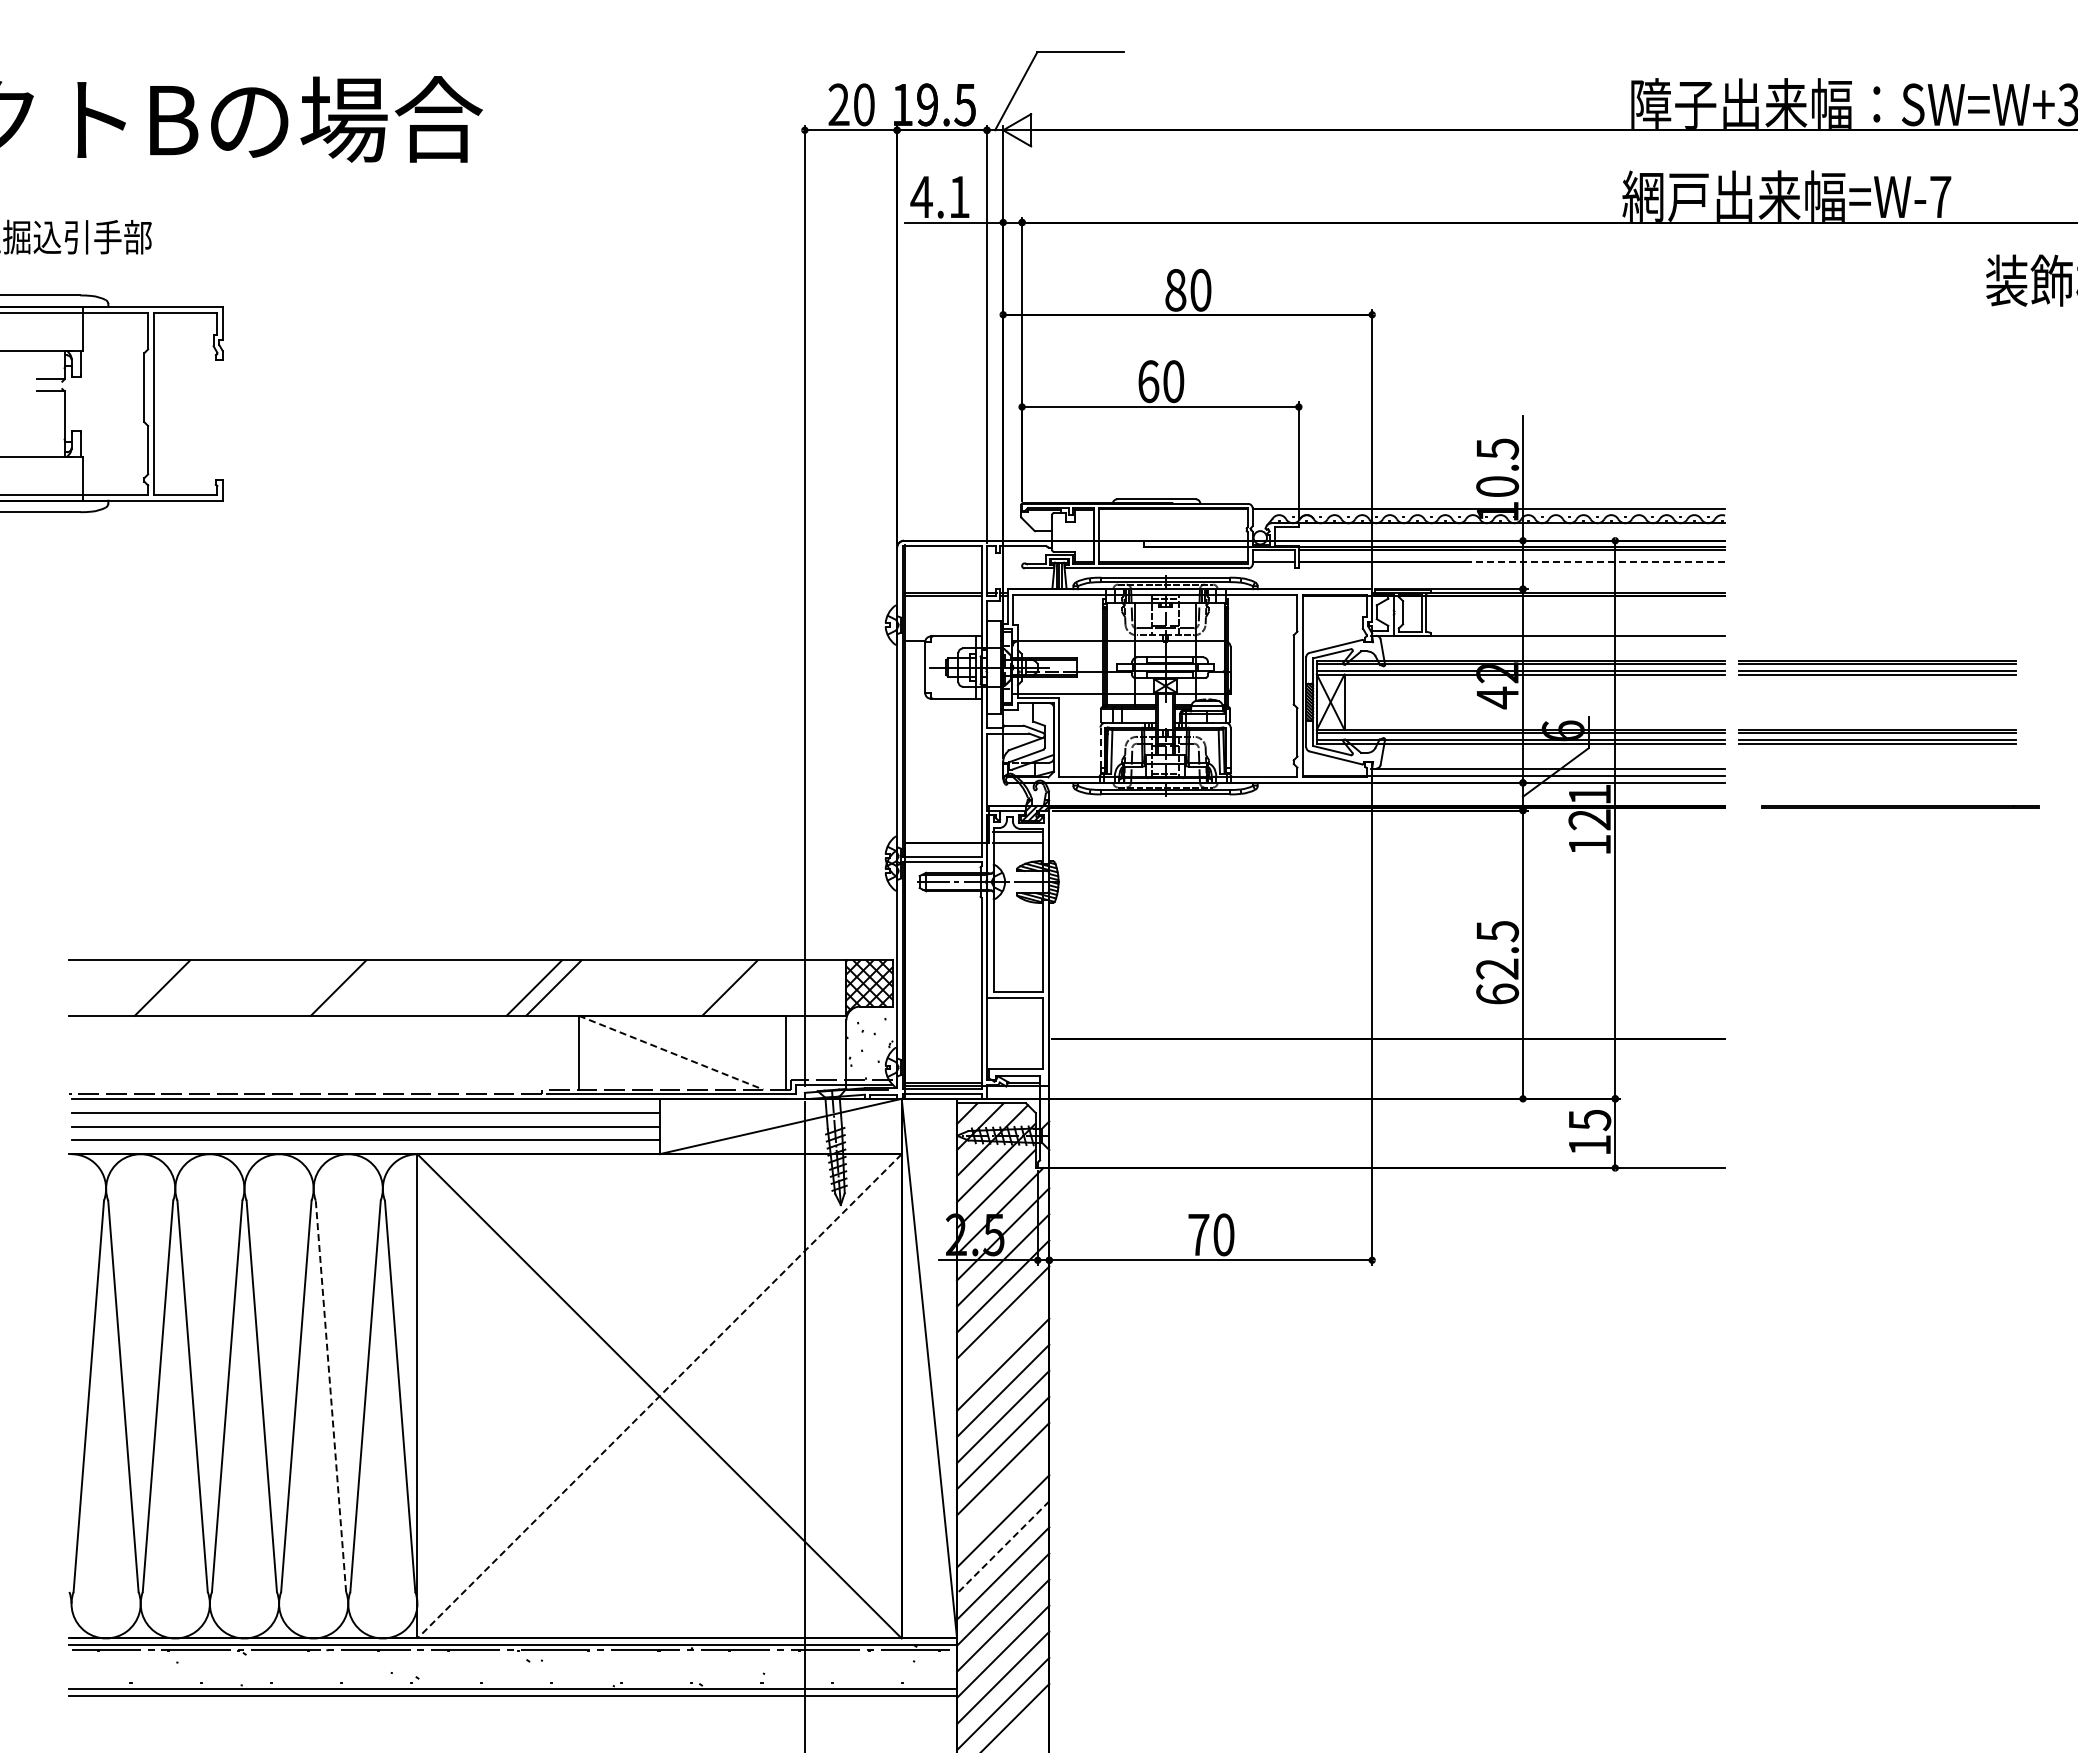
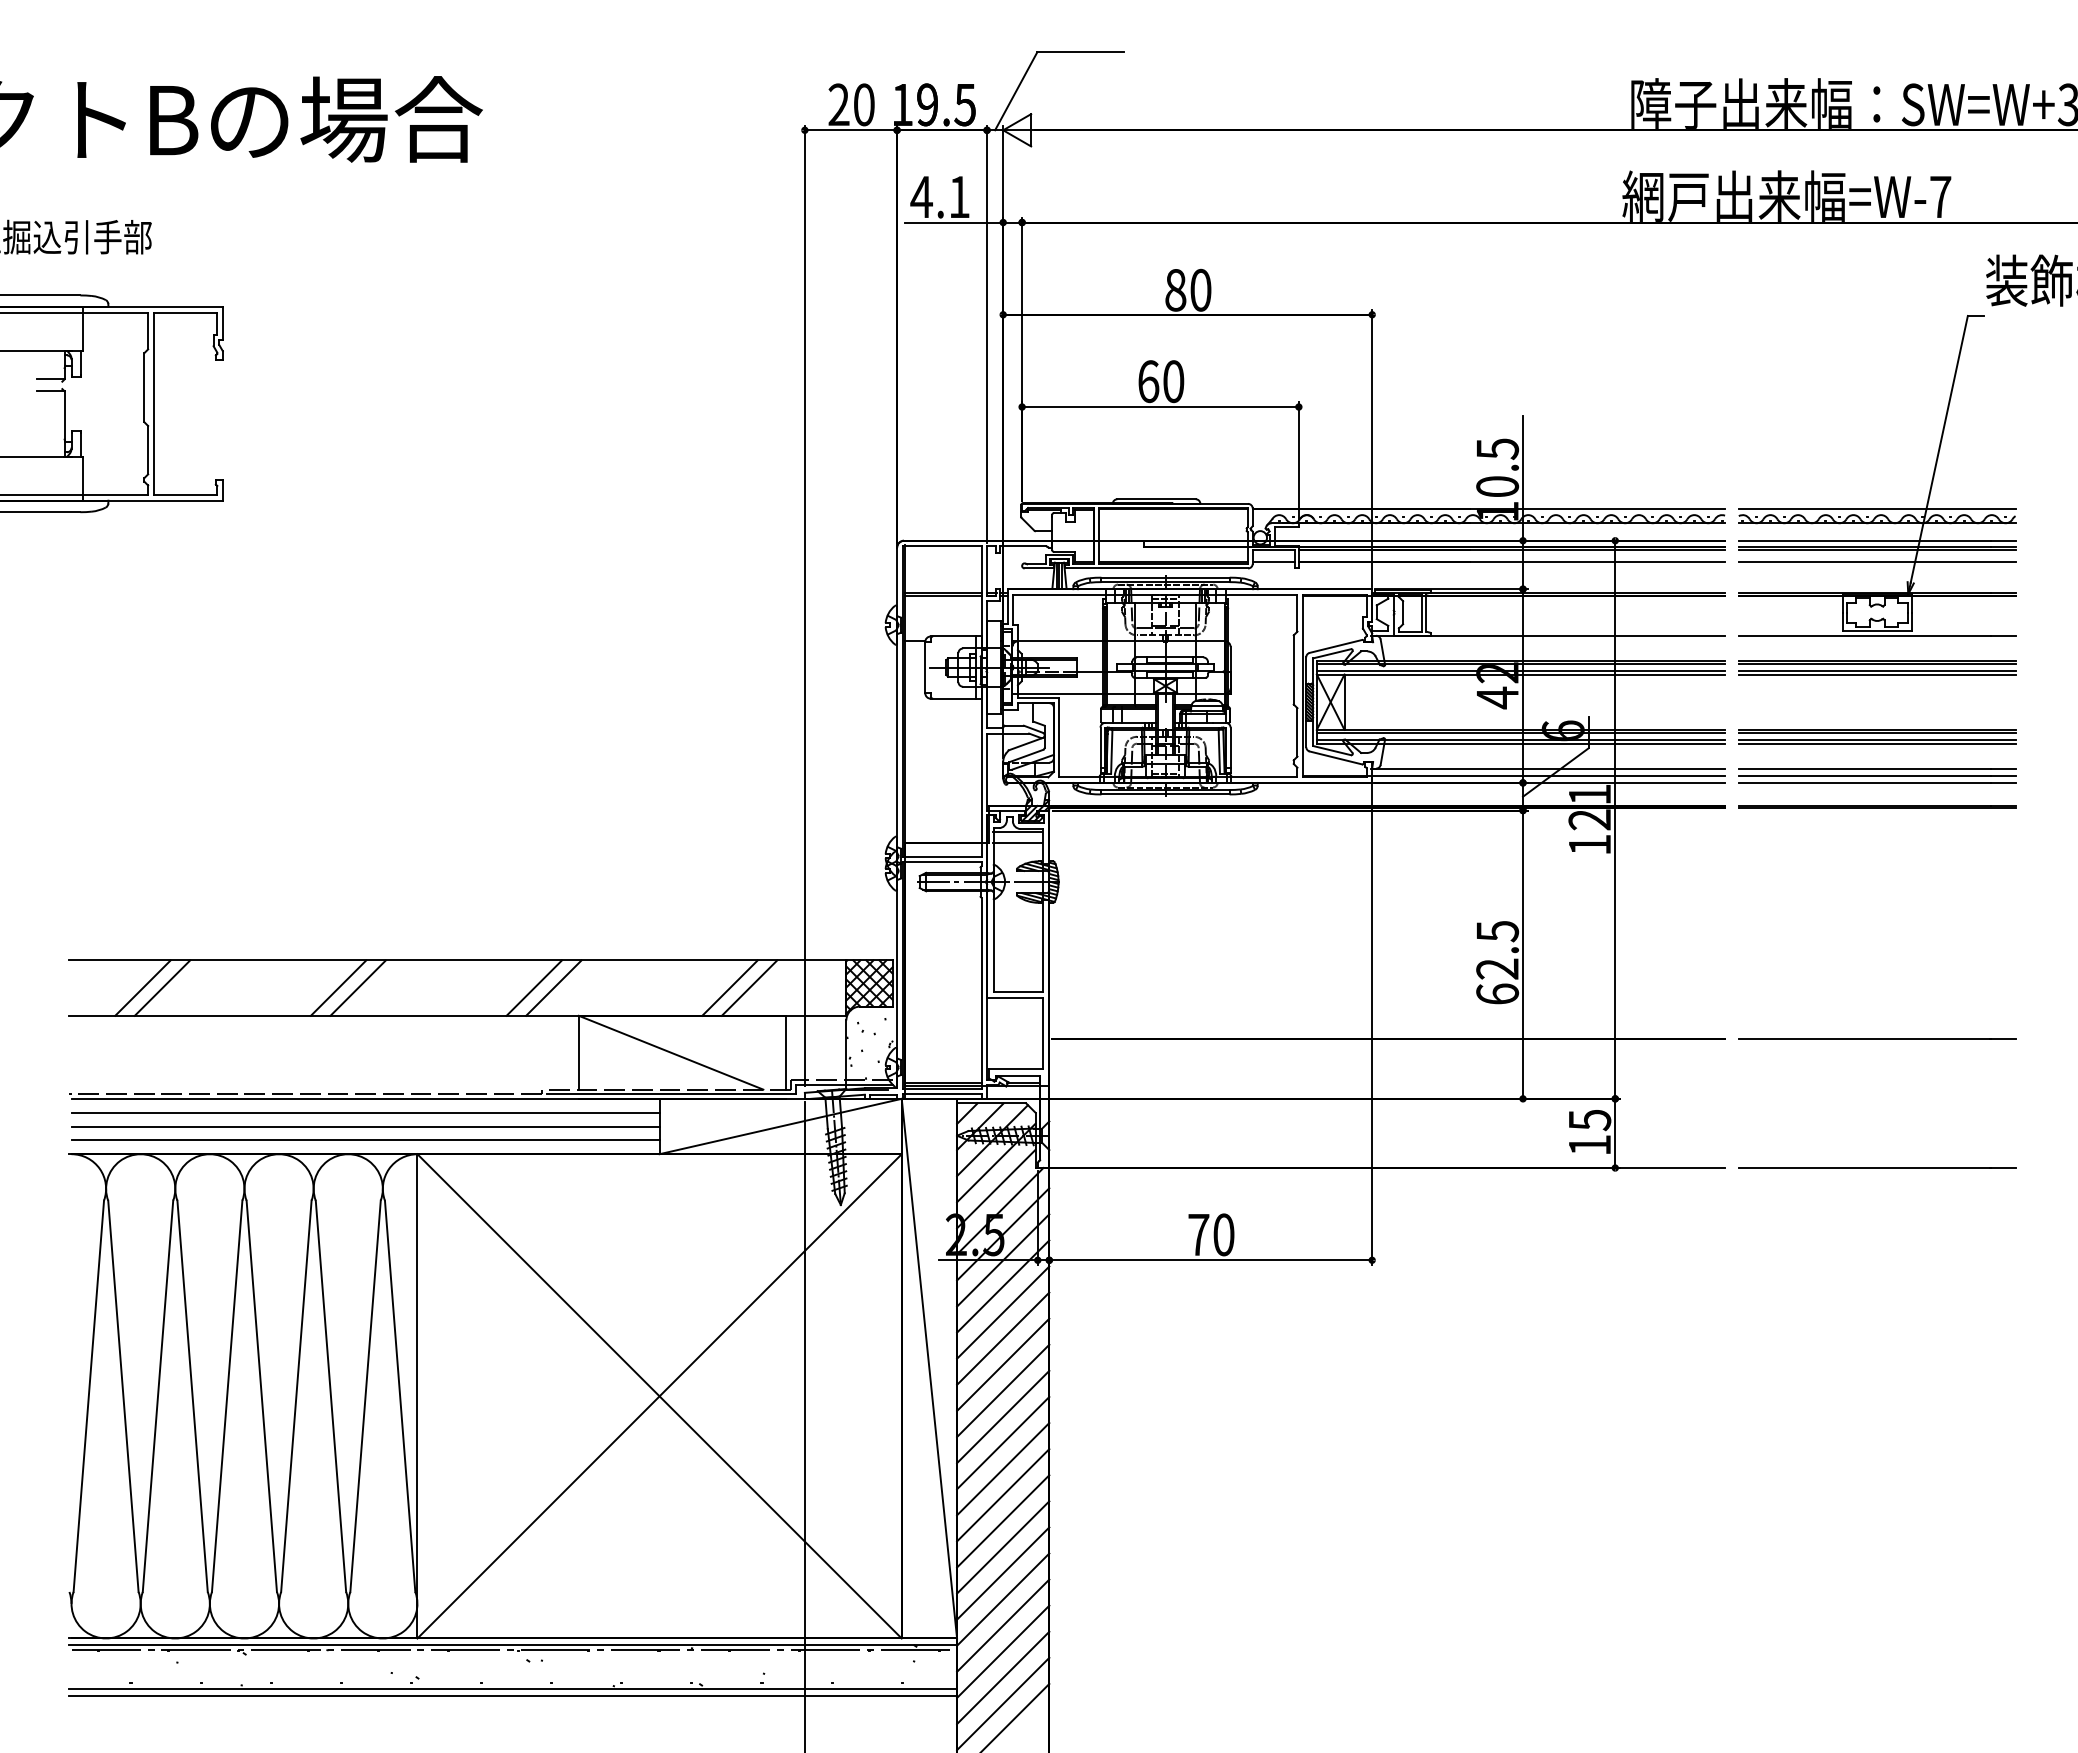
part at (1877, 508): none -> present
line at (1597, 562): dashed -> solid
line at (1100, 747): dashed -> solid
part at (1877, 775): none -> present
line at (1900, 806) position: (1900, 806) -> (1877, 806)
line at (142, 987): none -> present
line at (357, 987): none -> present
line at (749, 987): none -> present
line at (1877, 1038): none -> present
line at (671, 1052): dashed -> solid
line at (1877, 1167): none -> present
line at (1003, 1338): none -> present
line at (330, 1395): dashed -> solid
line at (659, 1396): dashed -> solid
line at (1003, 1495): none -> present
line at (1002, 1547): dashed -> solid
